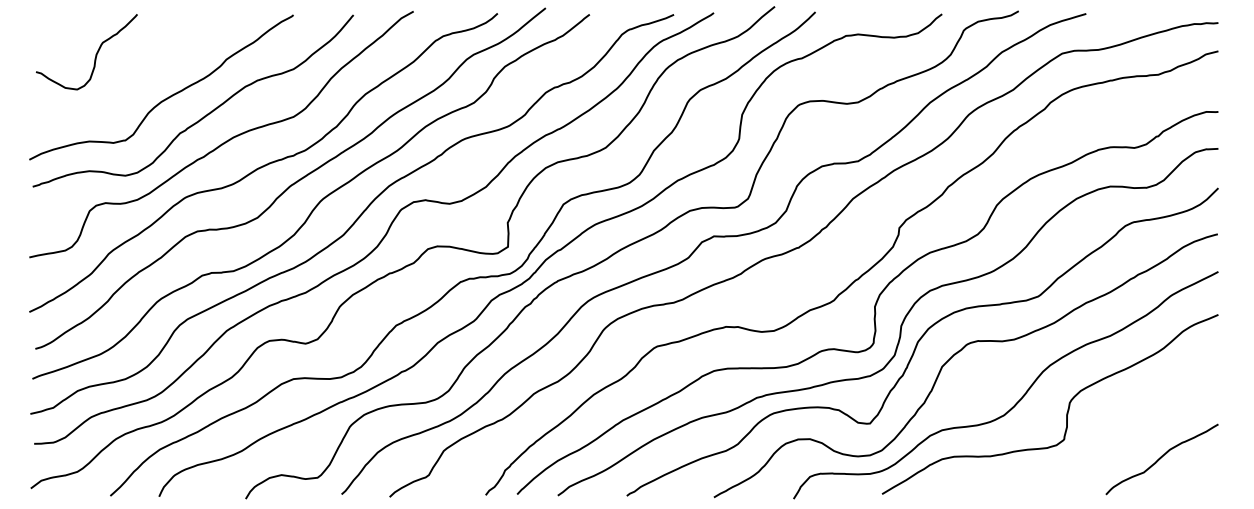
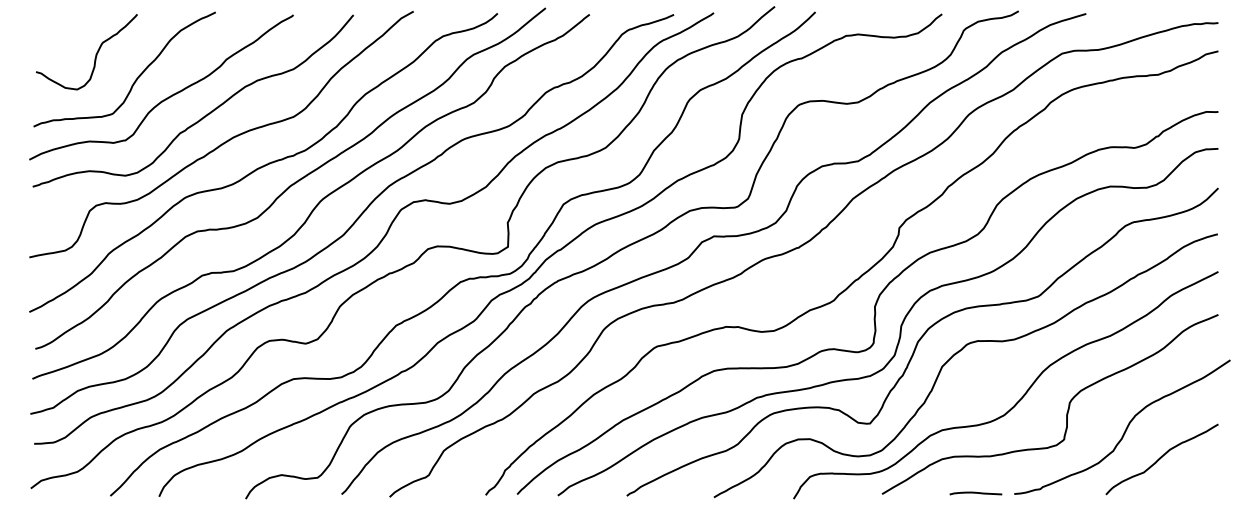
curve at (137, 76): none -> present
curve at (1125, 428): none -> present
curve at (975, 493): none -> present
